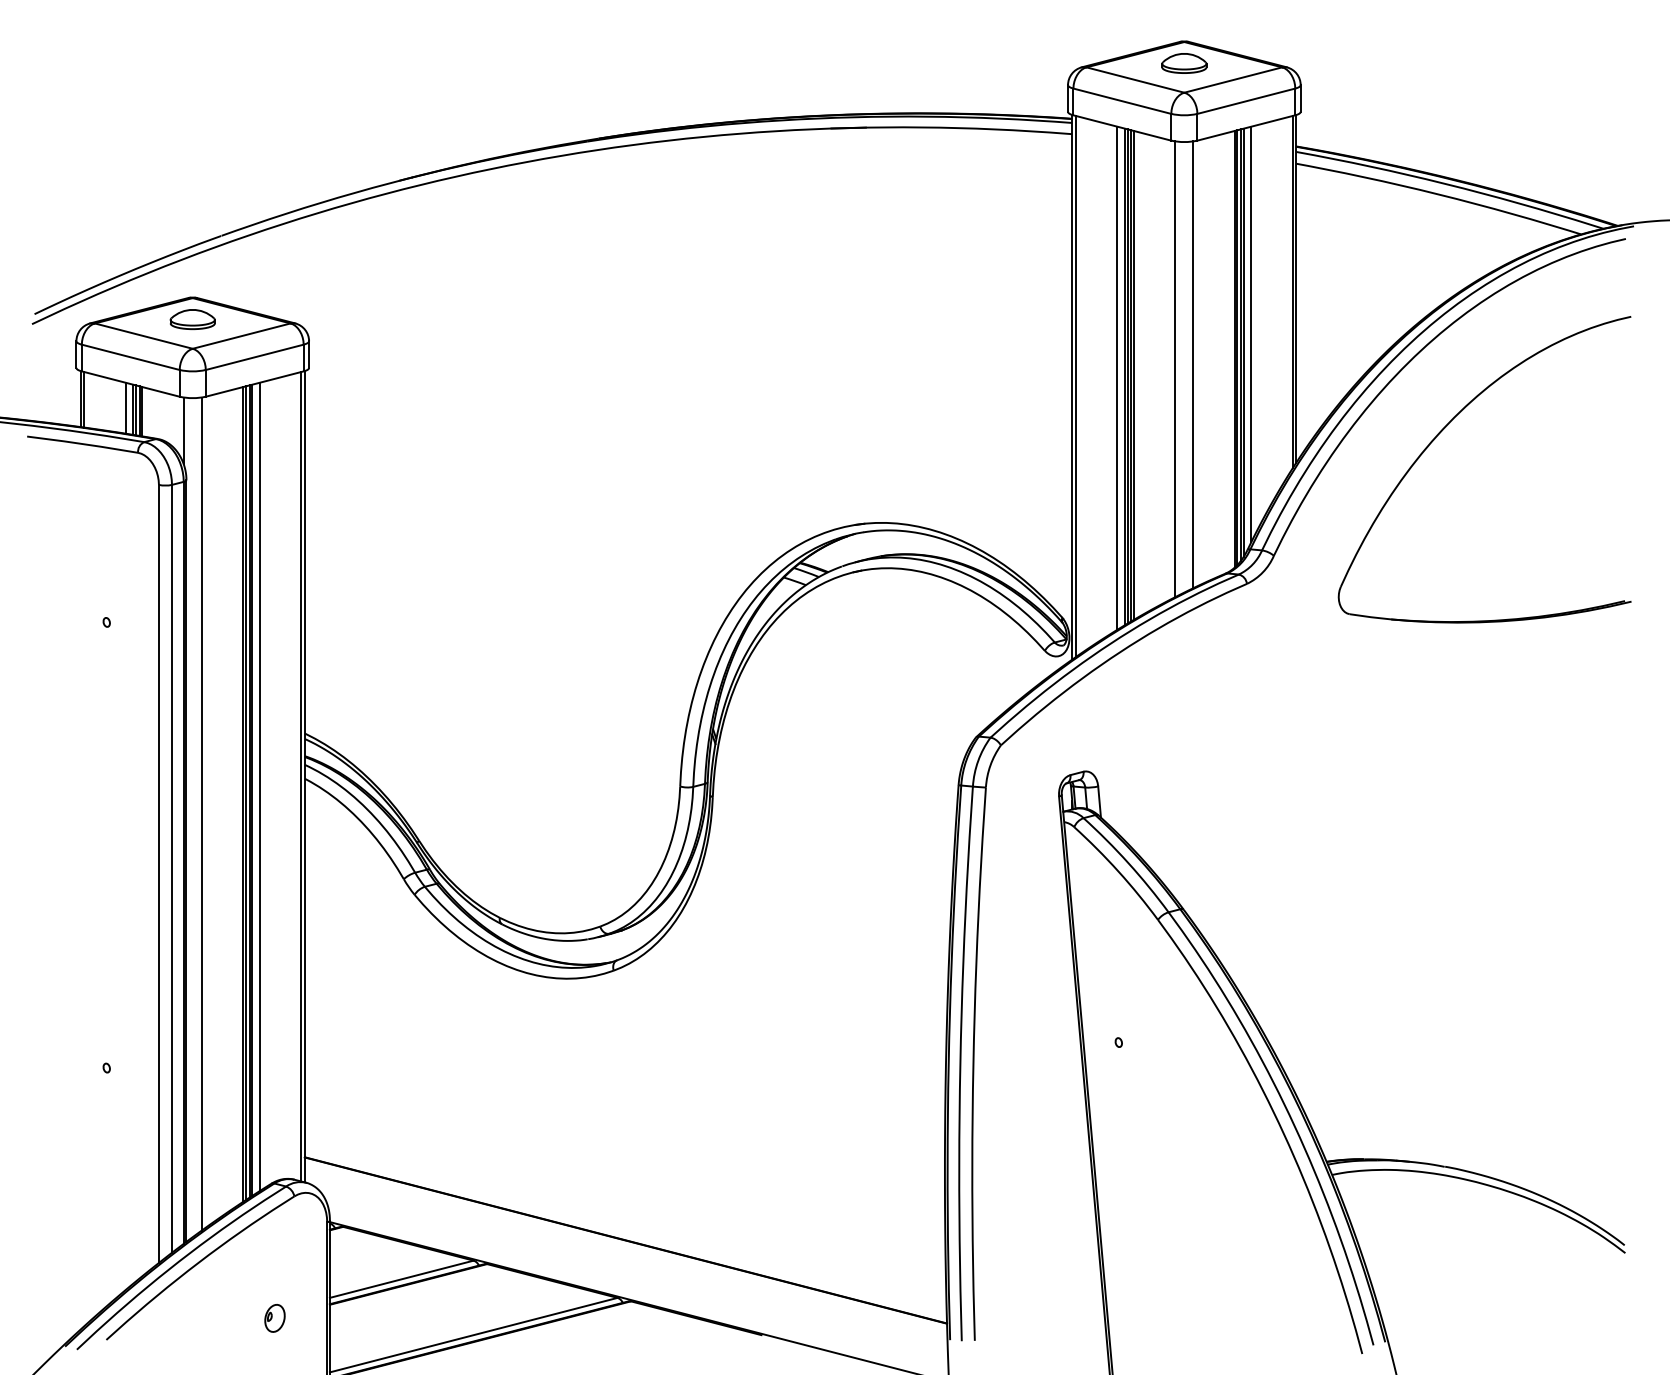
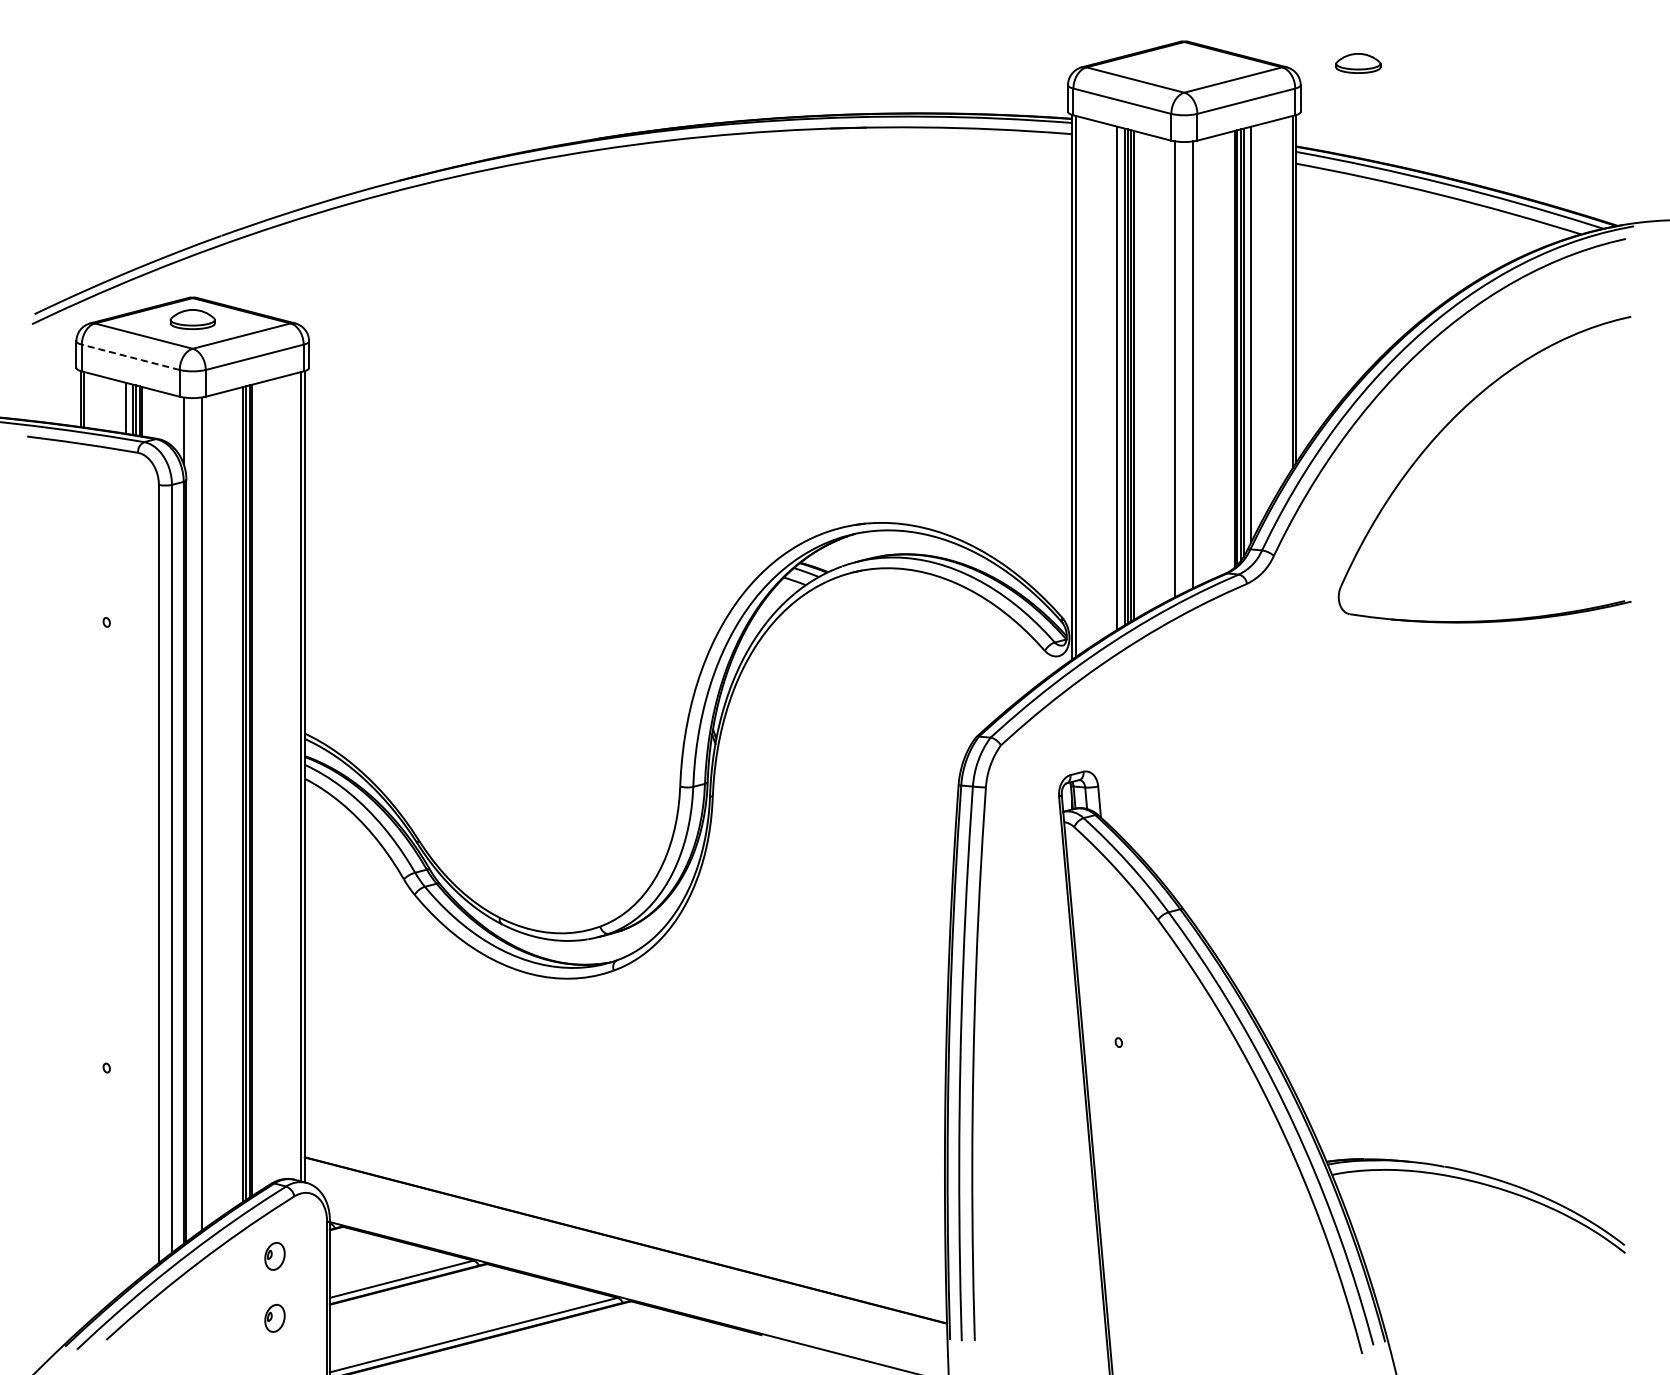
part at (1184, 63) position: (1184, 63) -> (1358, 63)
line at (130, 357): solid -> dashed
line at (259, 786): present -> none
part at (274, 1256): none -> present
